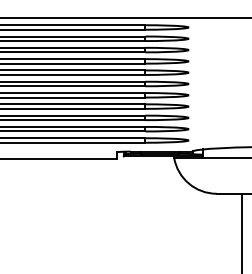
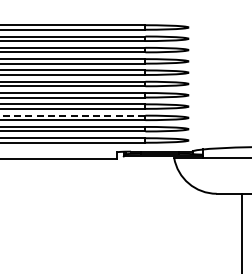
line at (125, 17): present -> none
line at (72, 115): solid -> dashed
